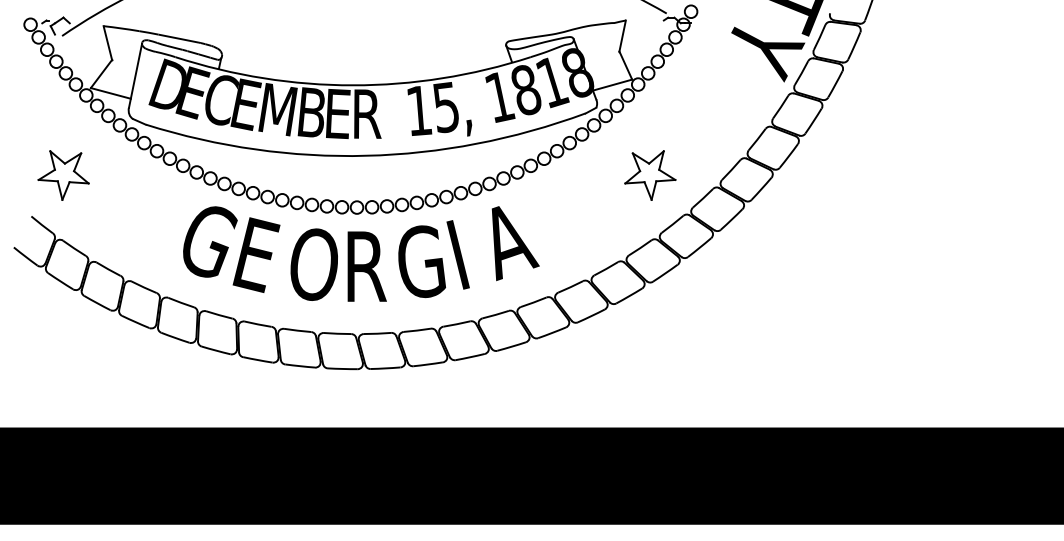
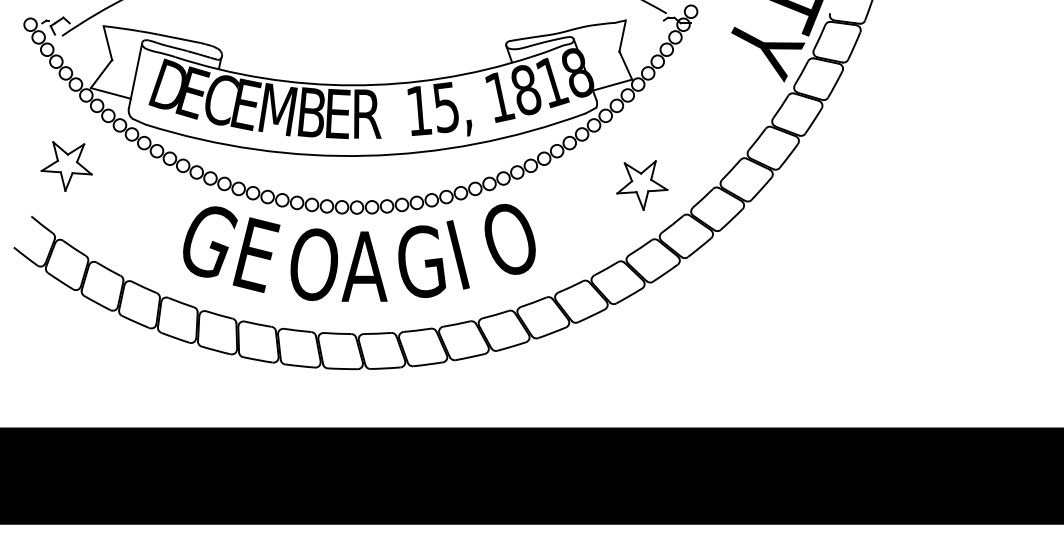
part at (63, 175) position: (63, 175) -> (66, 166)
part at (650, 175) position: (650, 175) -> (642, 185)
text at (511, 242): A -> O
text at (364, 266): R -> A
